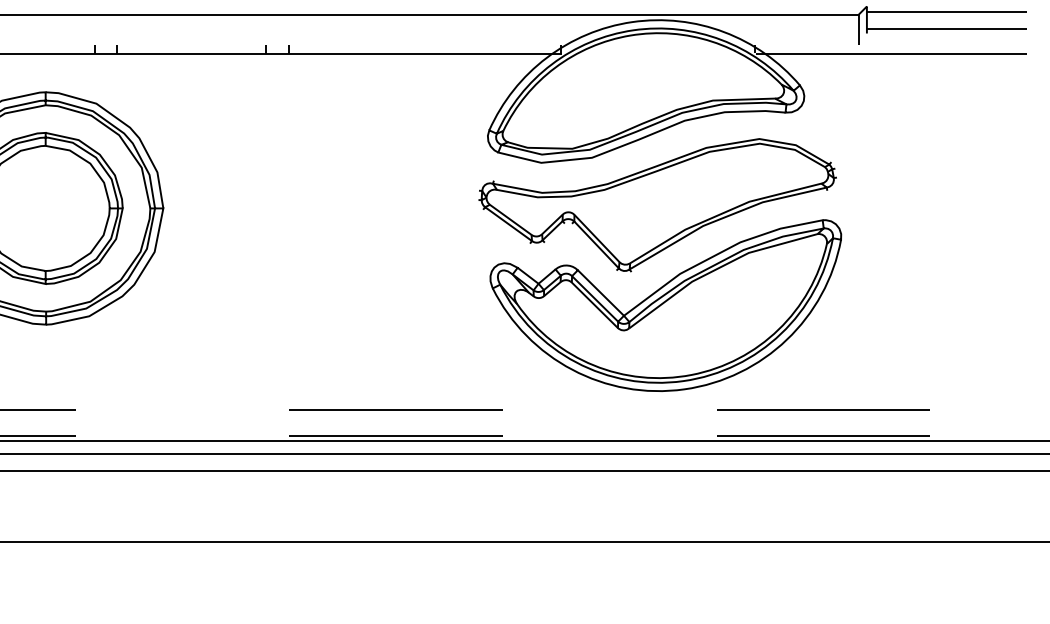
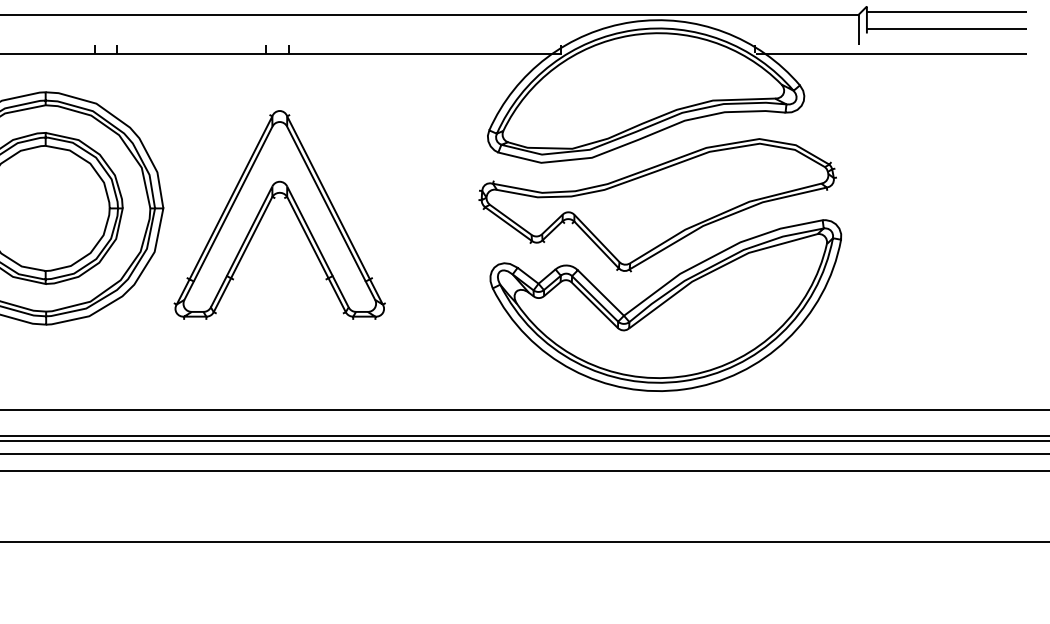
part at (267, 208): none -> present
line at (525, 410): dashed -> solid
line at (525, 435): dashed -> solid
